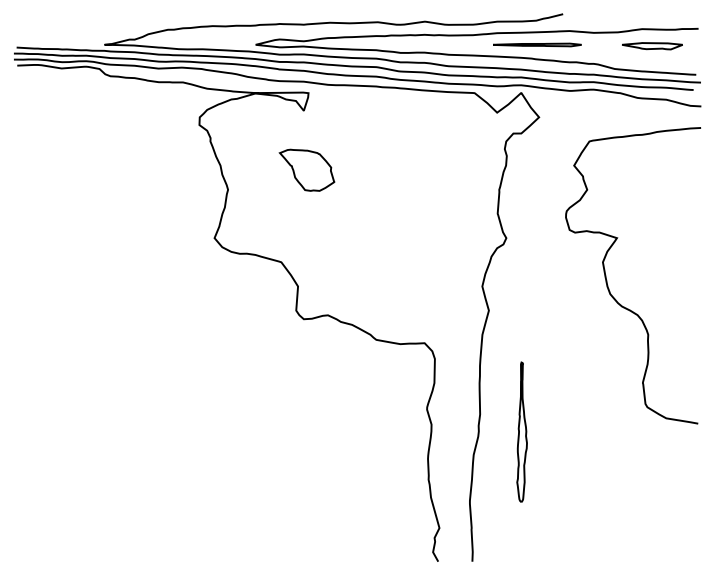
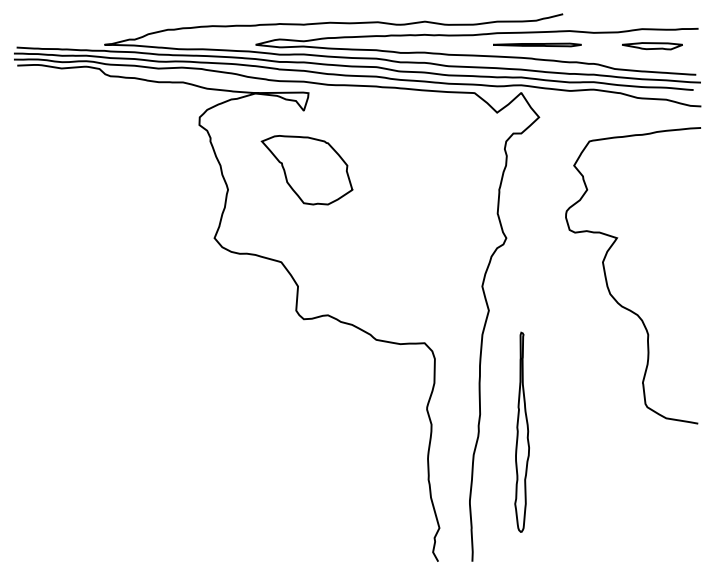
part at (306, 169) size: 58x44 px -> 94x71 px
part at (521, 431) size: 12x142 px -> 16x202 px
